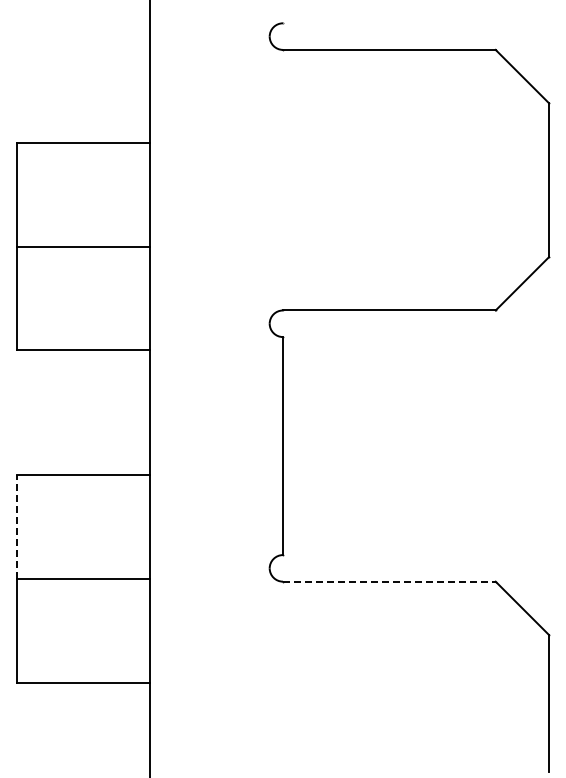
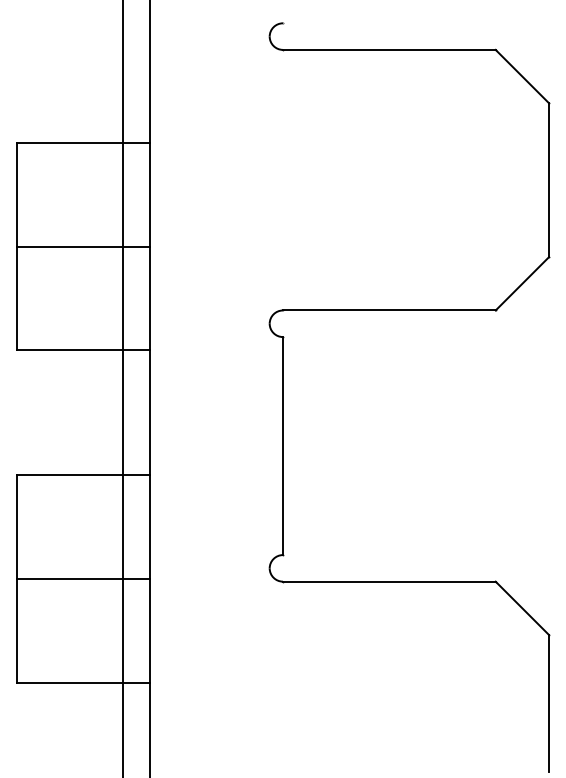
line at (123, 388): none -> present
line at (17, 527): dashed -> solid
line at (389, 581): dashed -> solid
